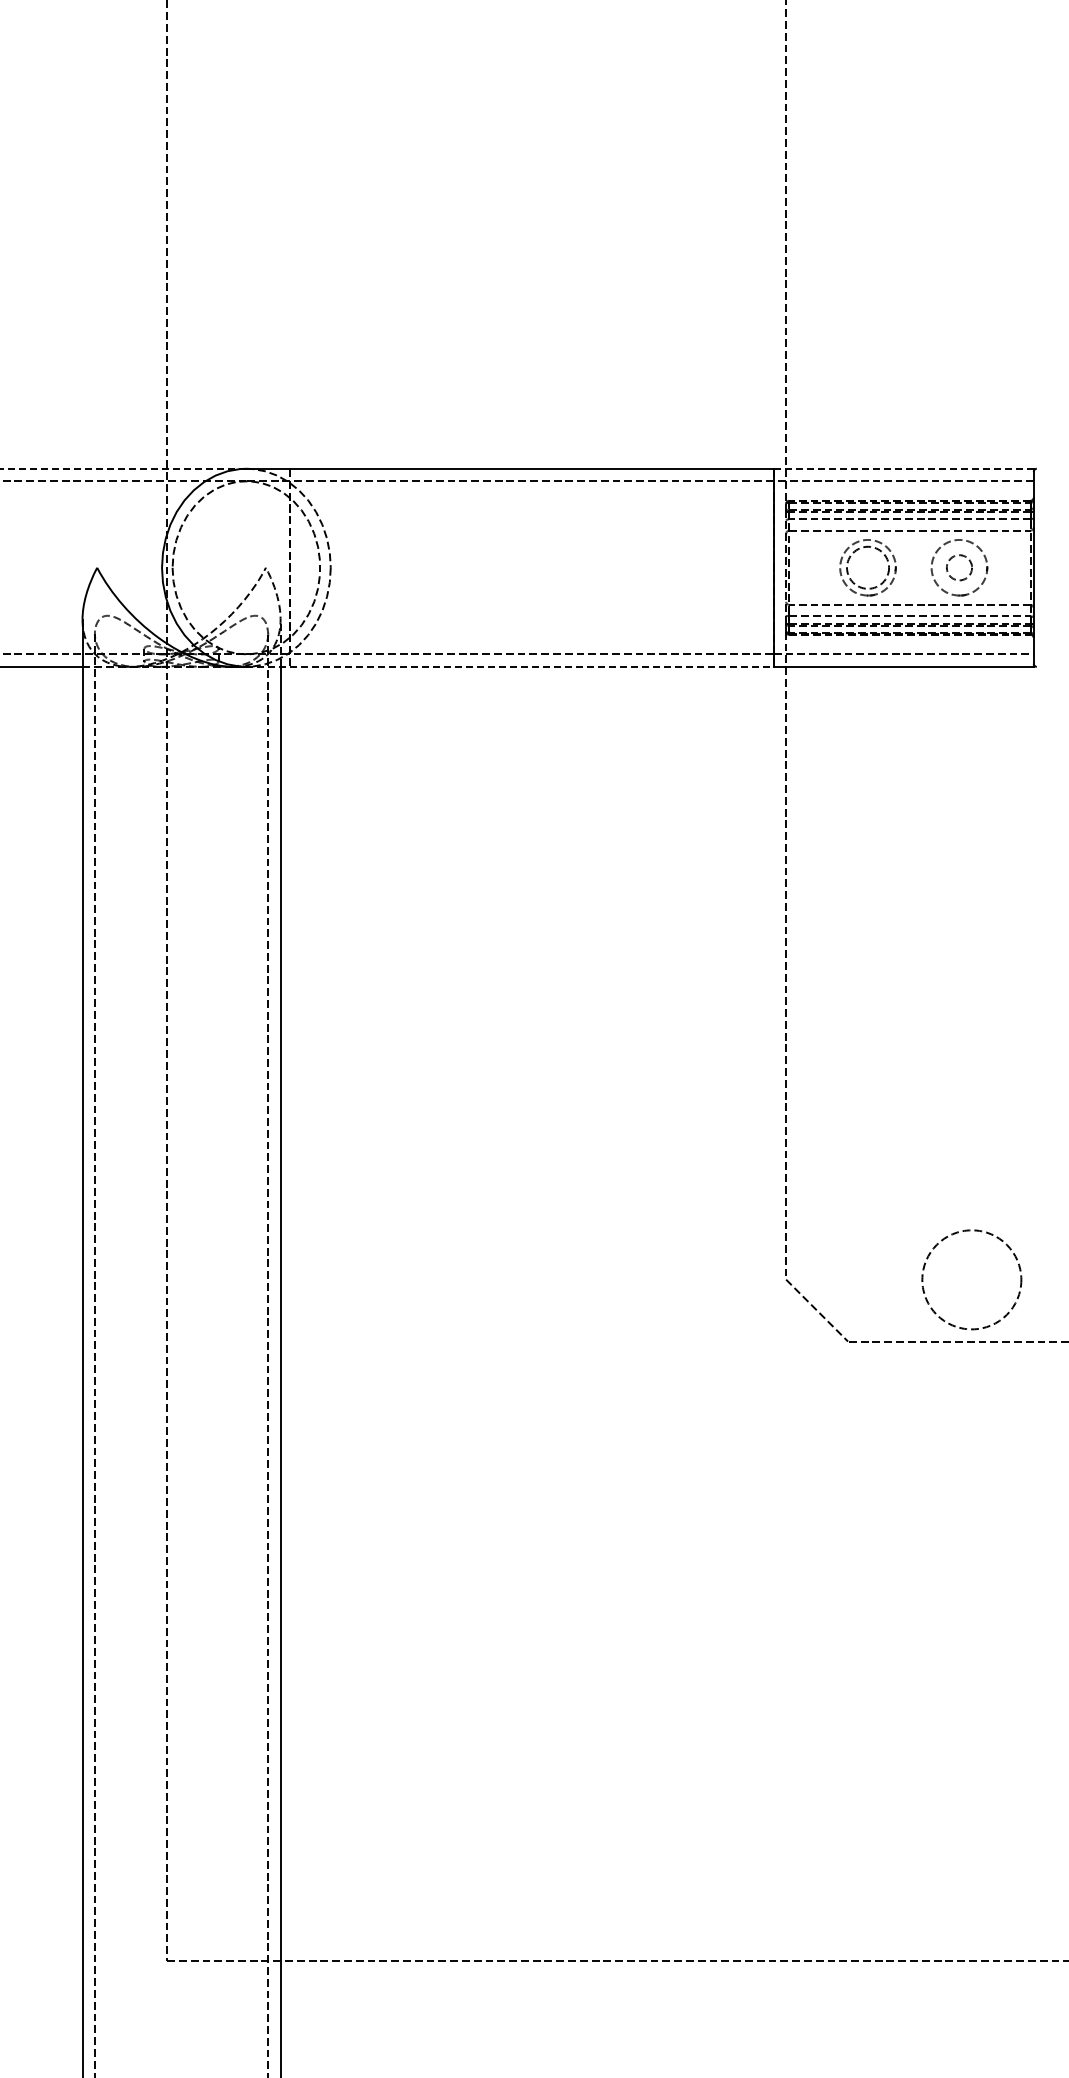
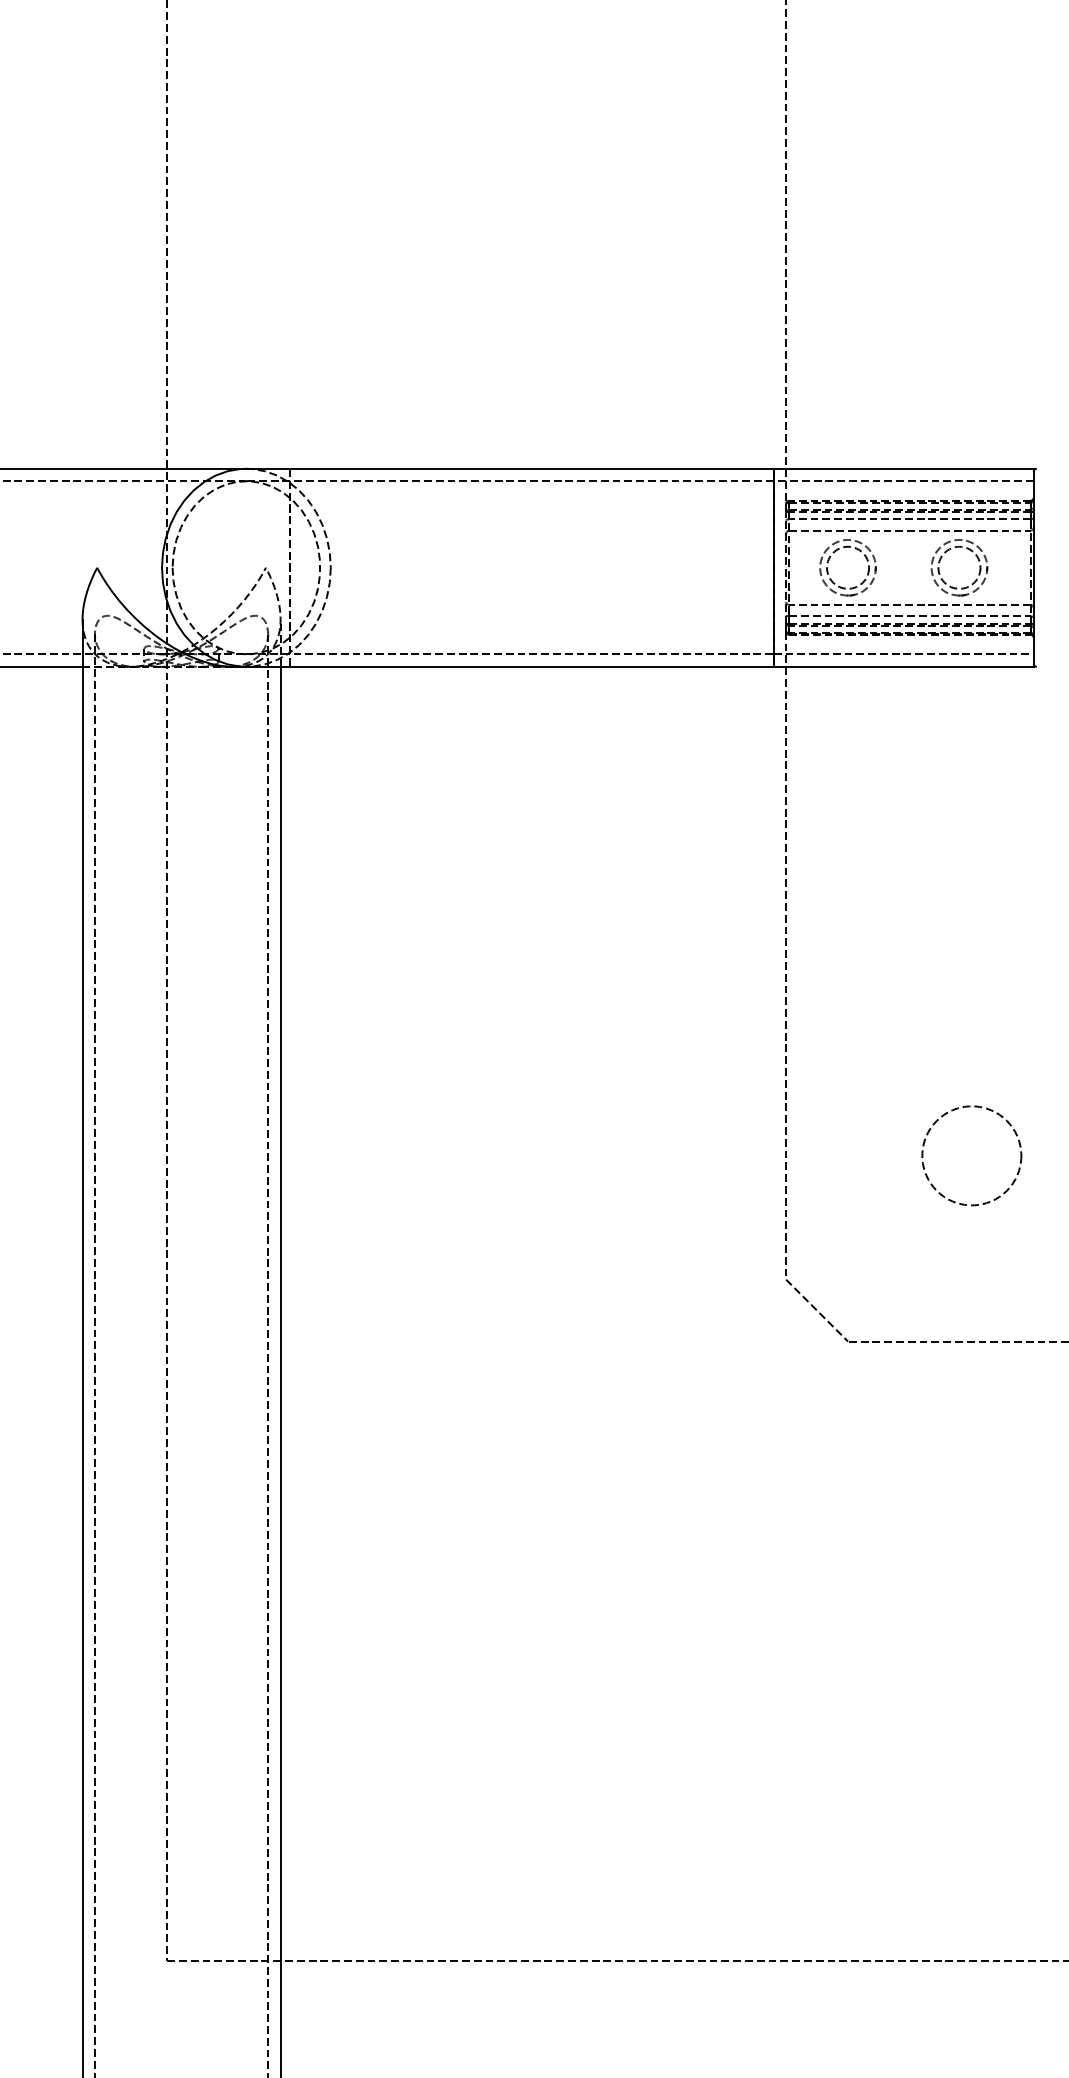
line at (123, 468): dashed -> solid
line at (903, 468): dashed -> solid
part at (854, 553) position: (854, 553) -> (834, 553)
circle at (959, 567) diameter: 25 px -> 42 px
line at (510, 666): dashed -> solid
circle at (971, 1279) position: (971, 1279) -> (971, 1155)
